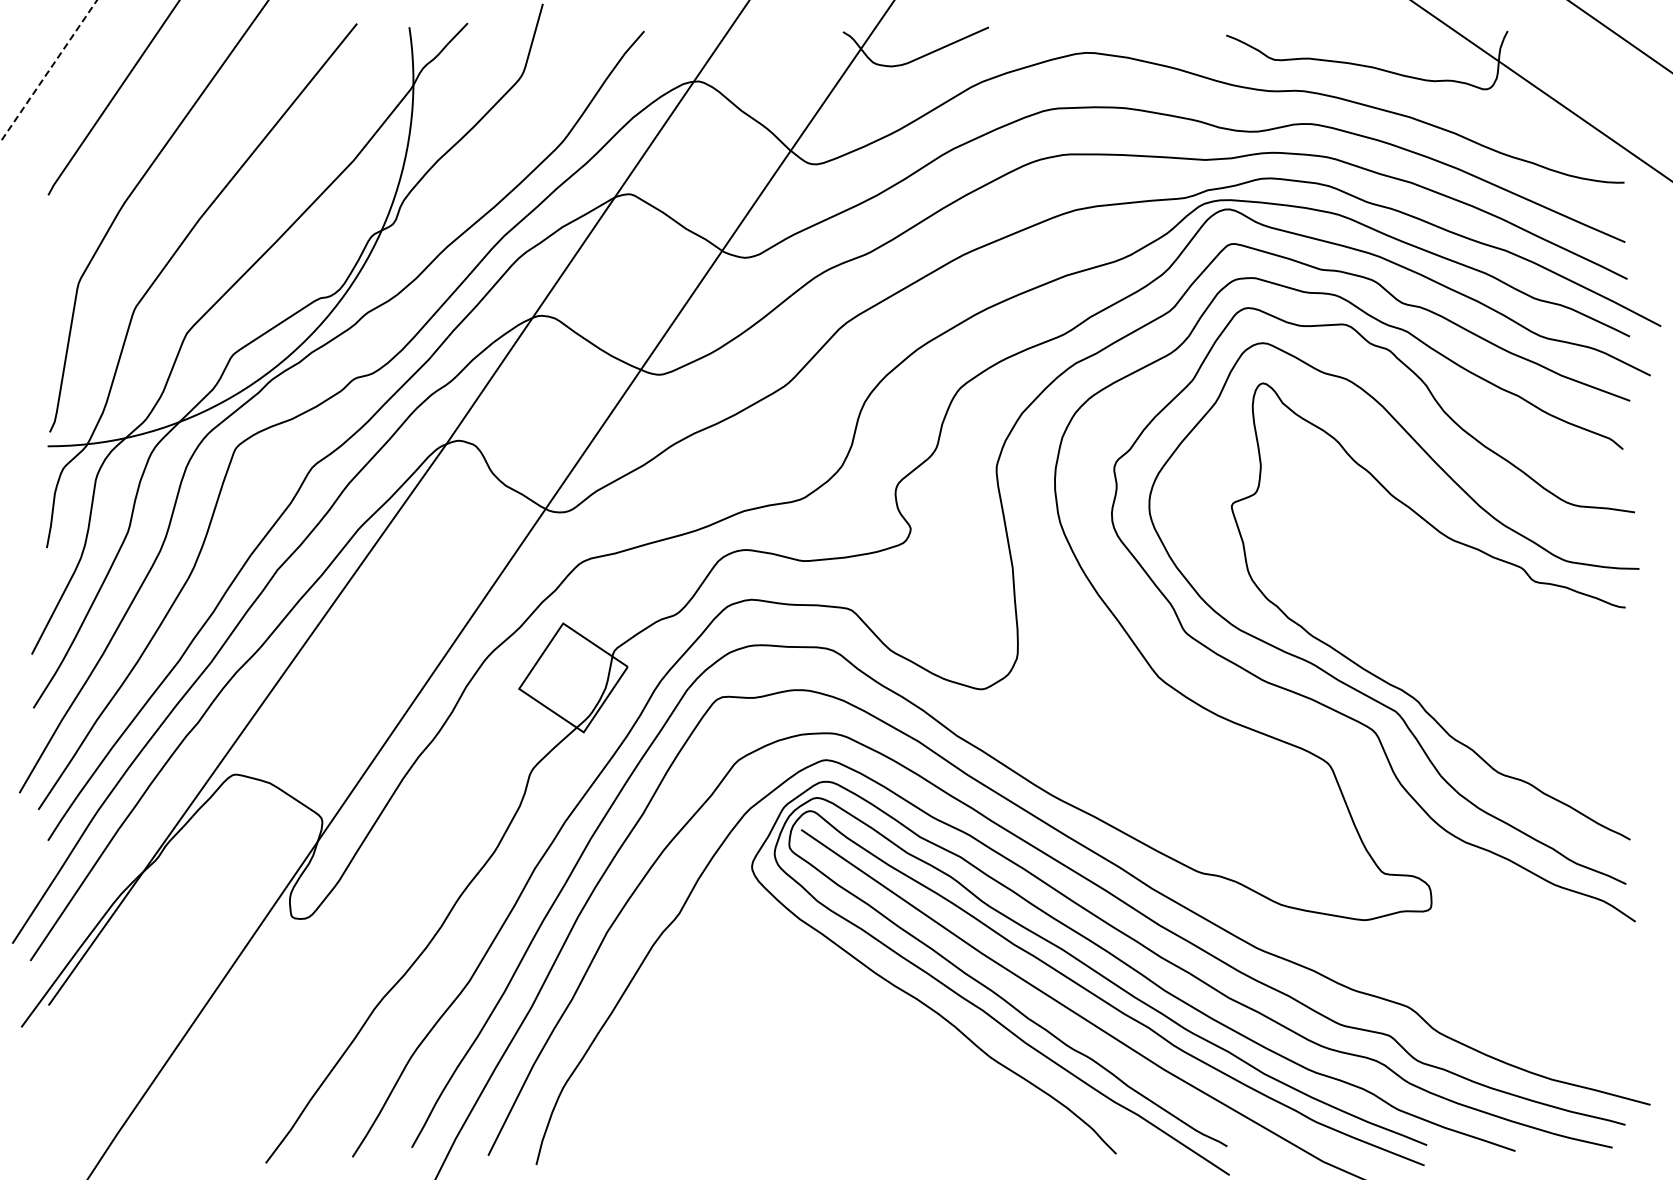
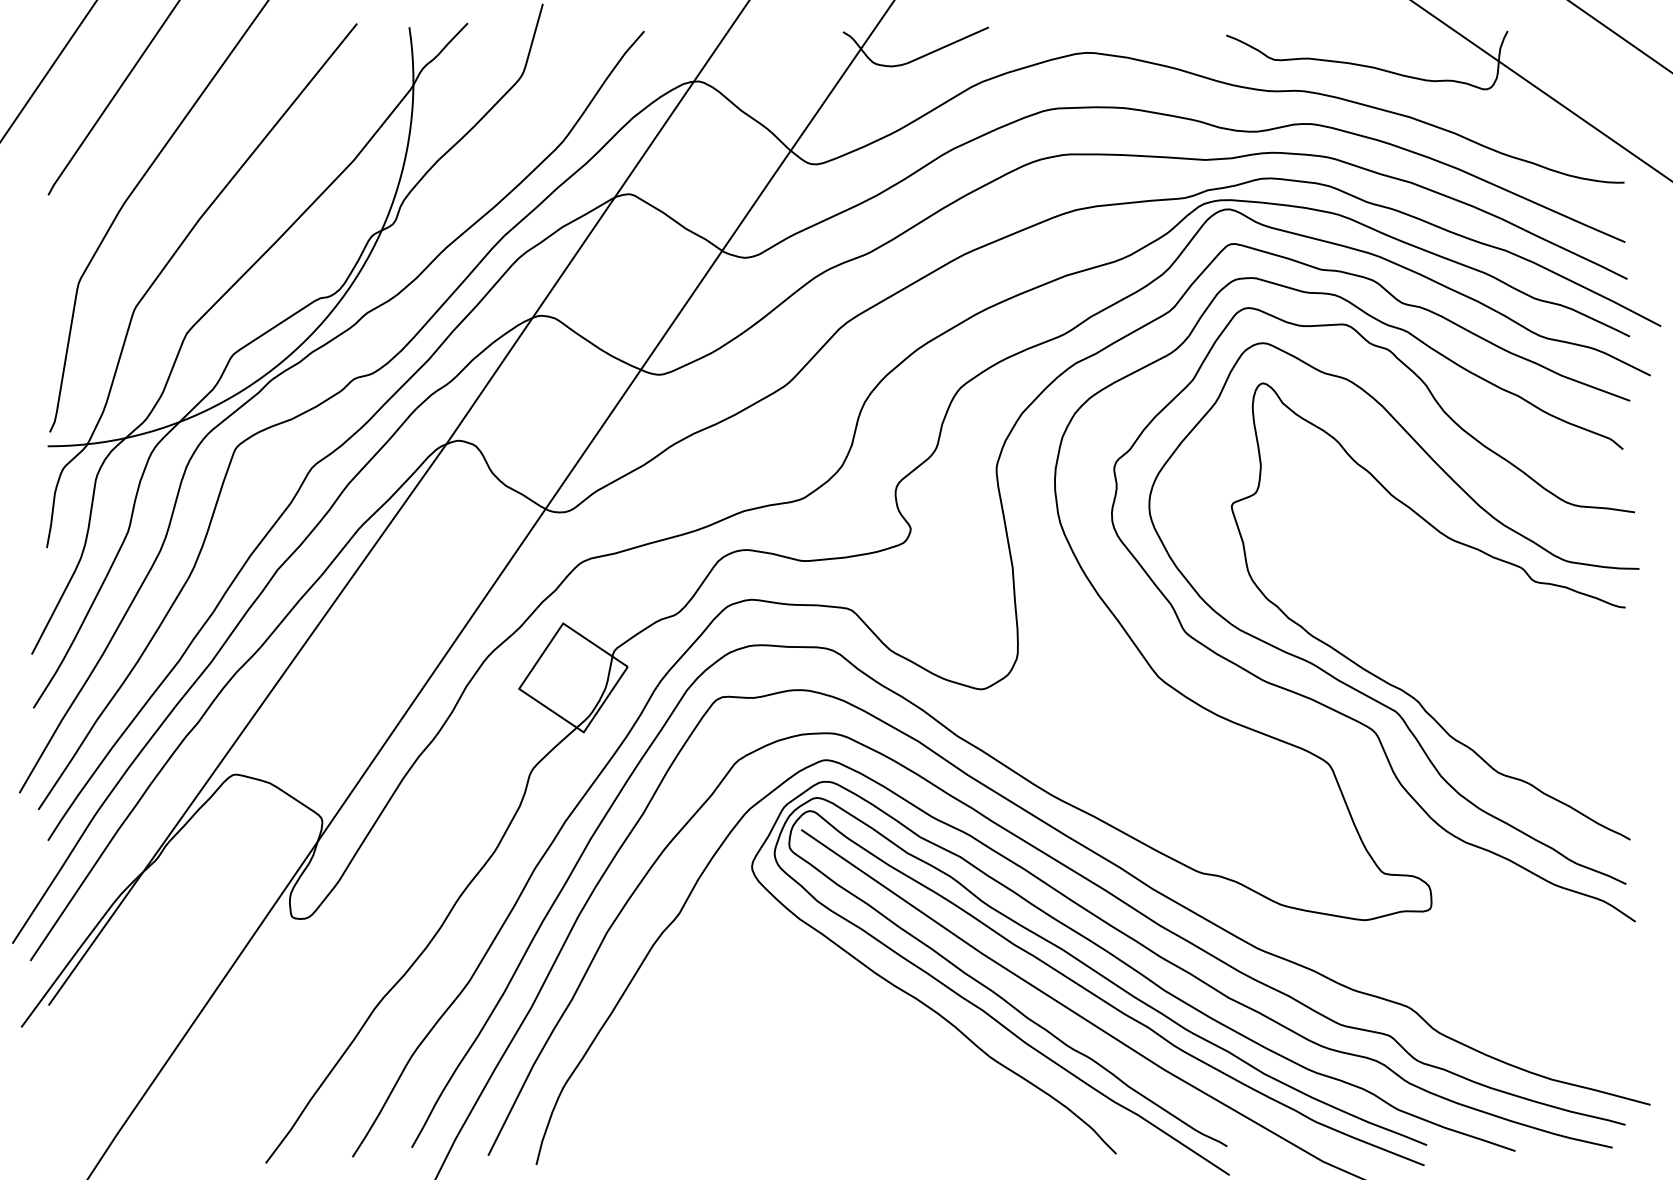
line at (48, 71): dashed -> solid
